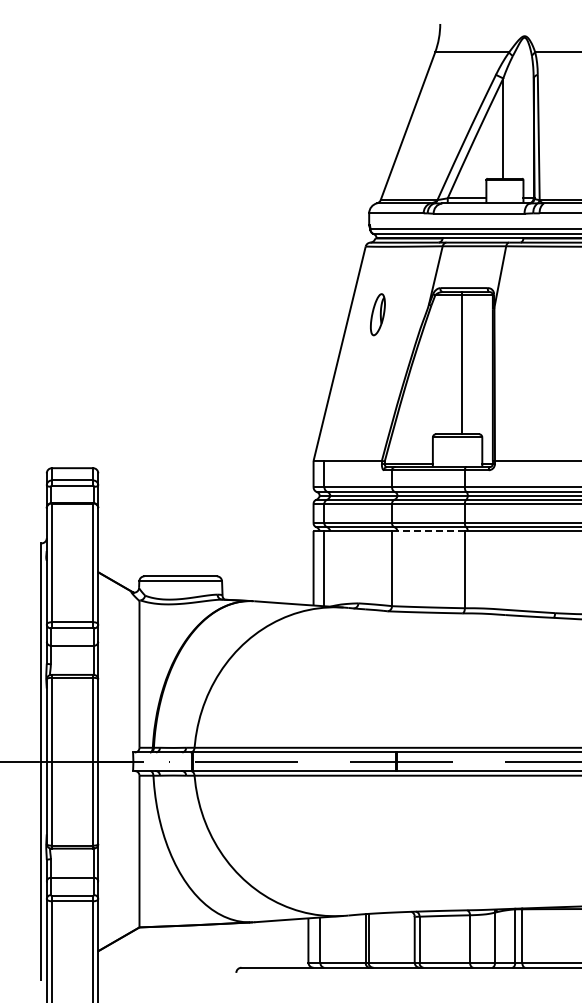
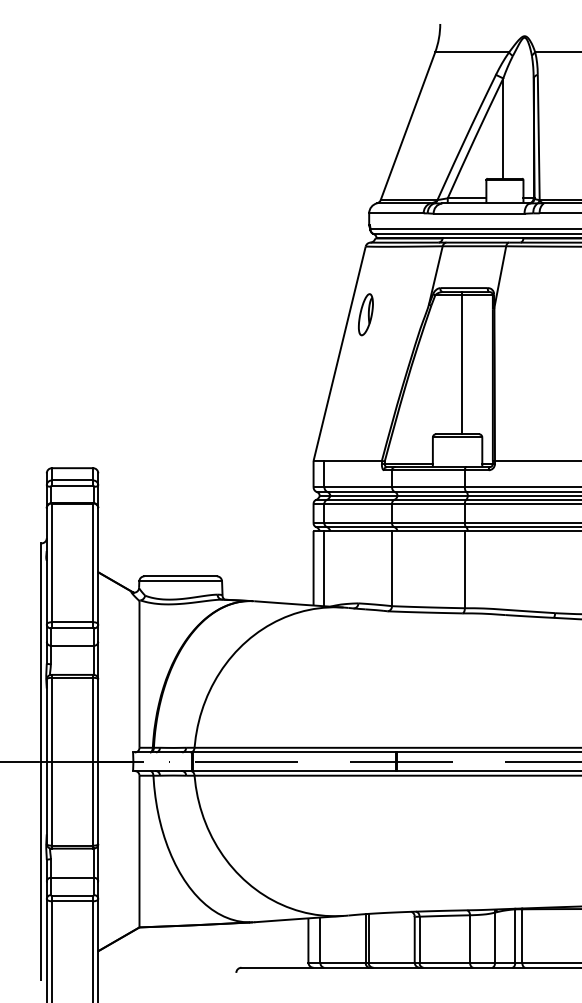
part at (377, 314) position: (377, 314) -> (365, 314)
line at (428, 531): dashed -> solid
